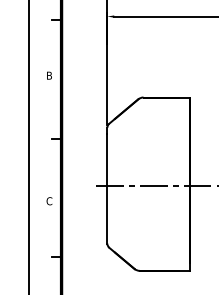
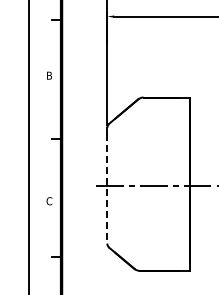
line at (107, 188): solid -> dashed
